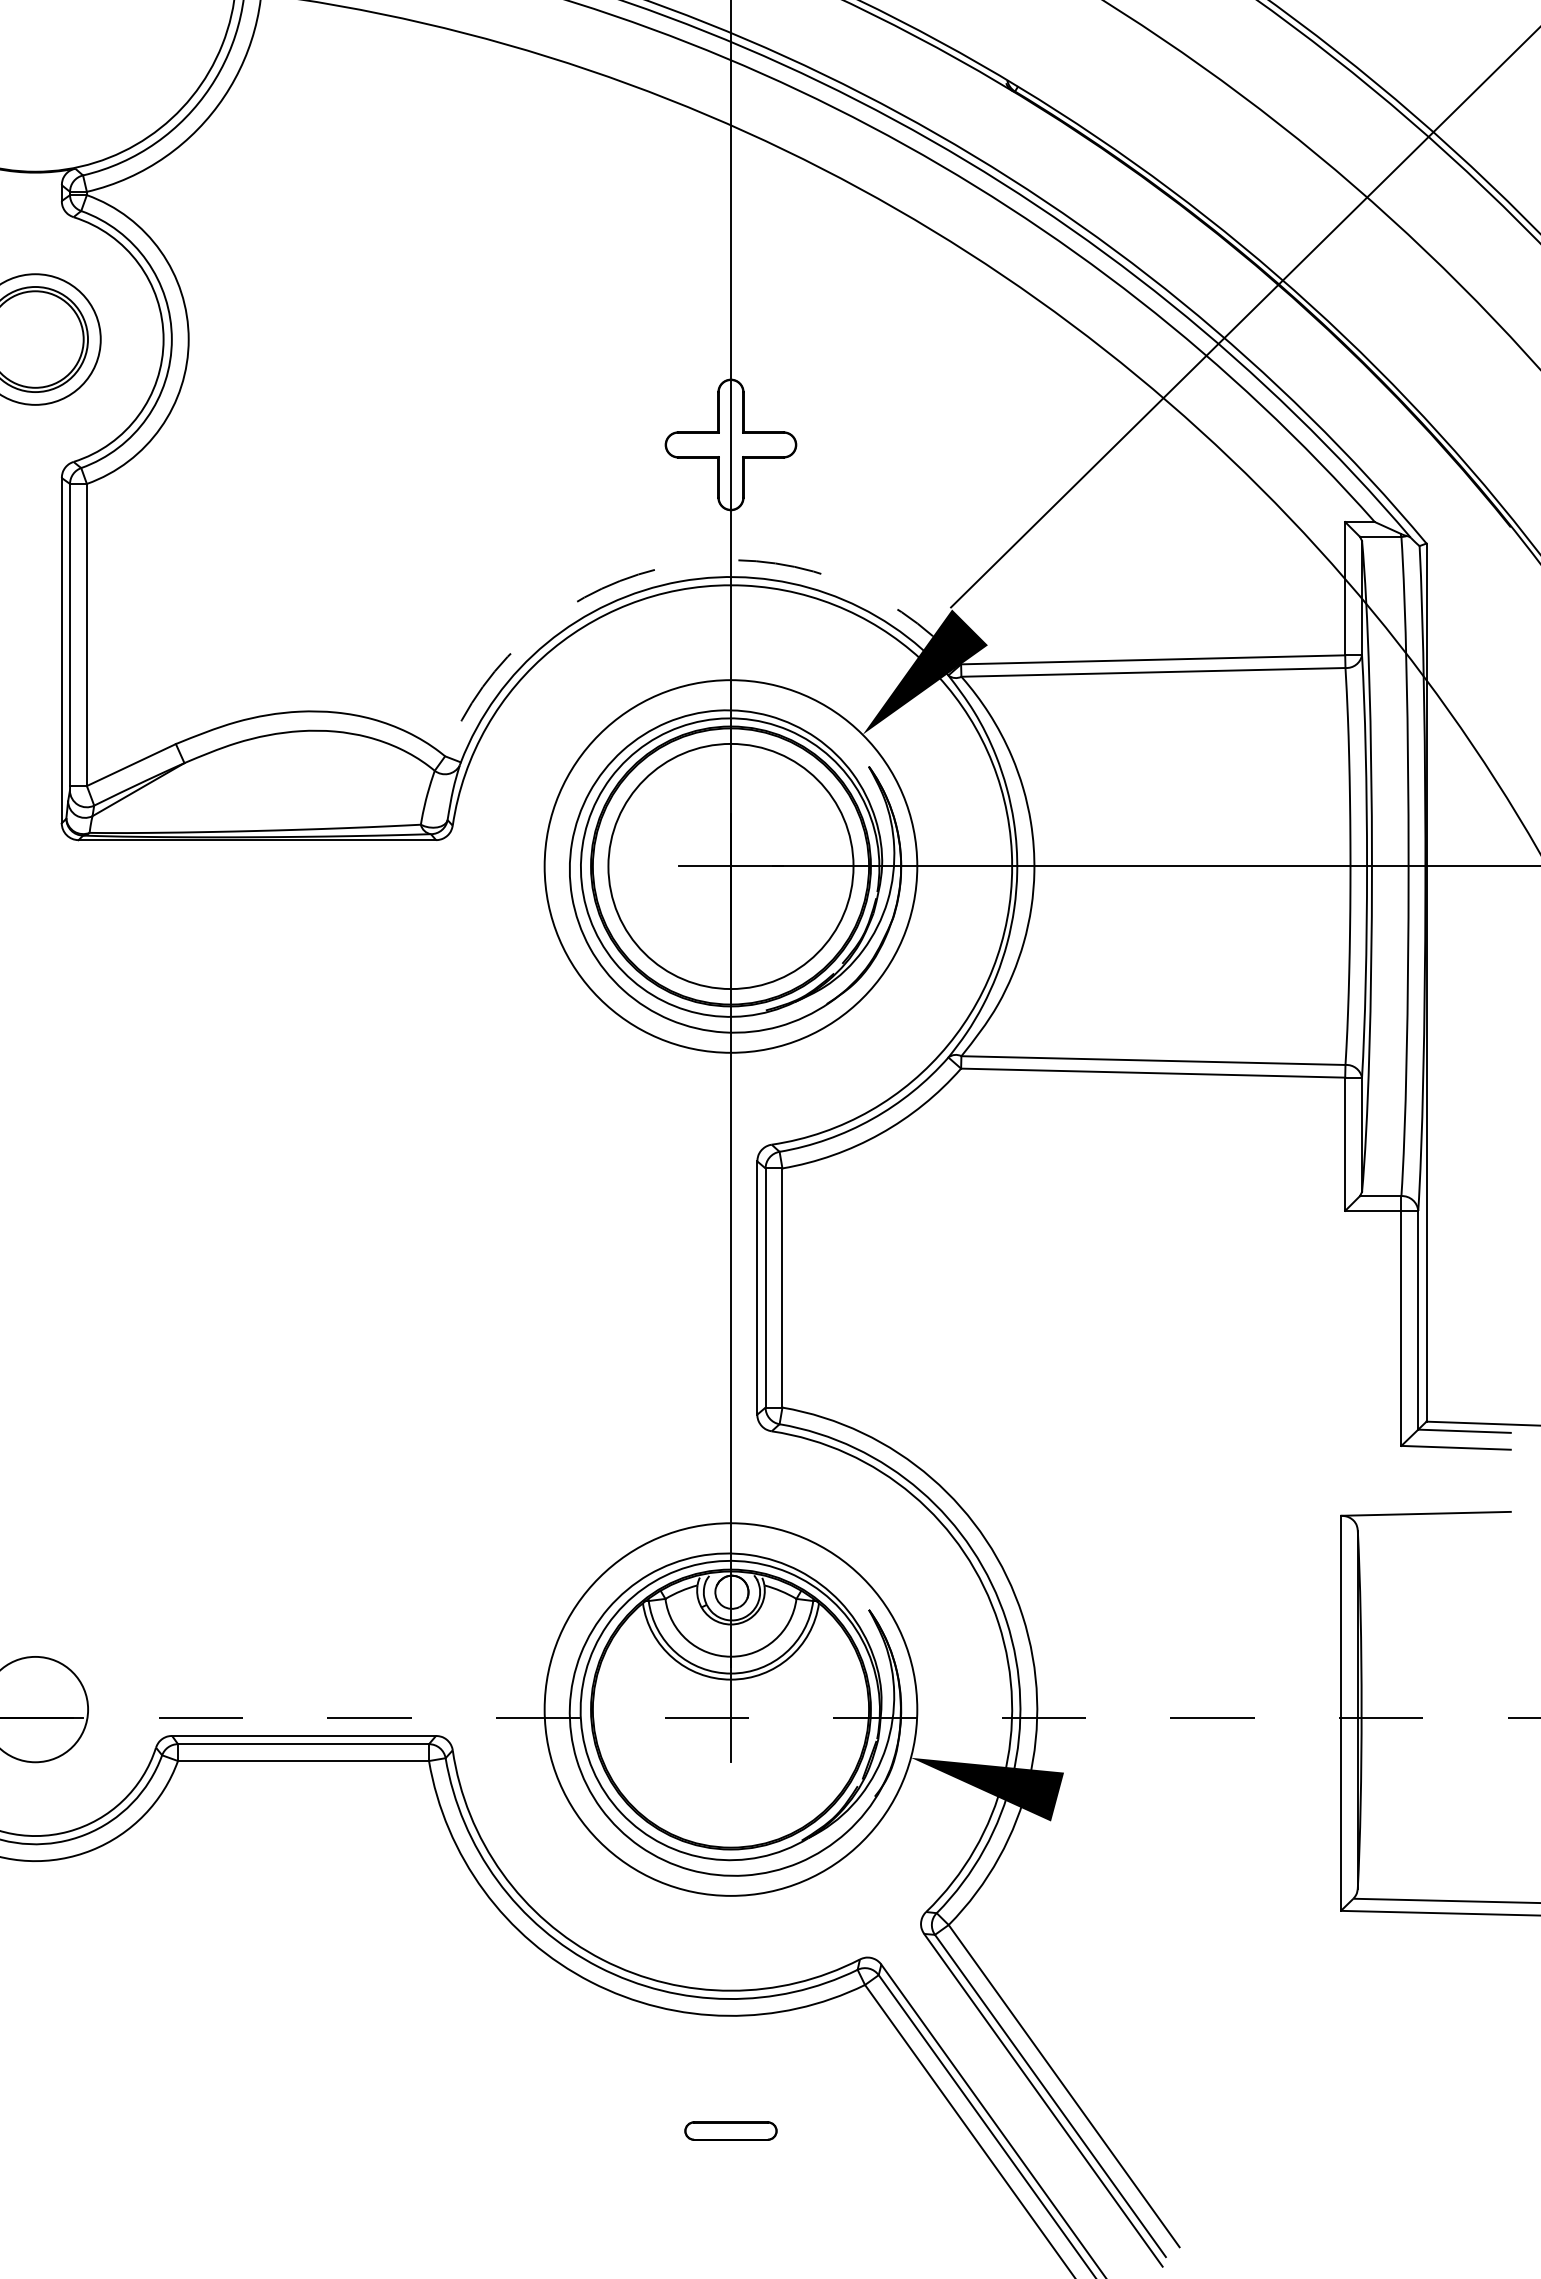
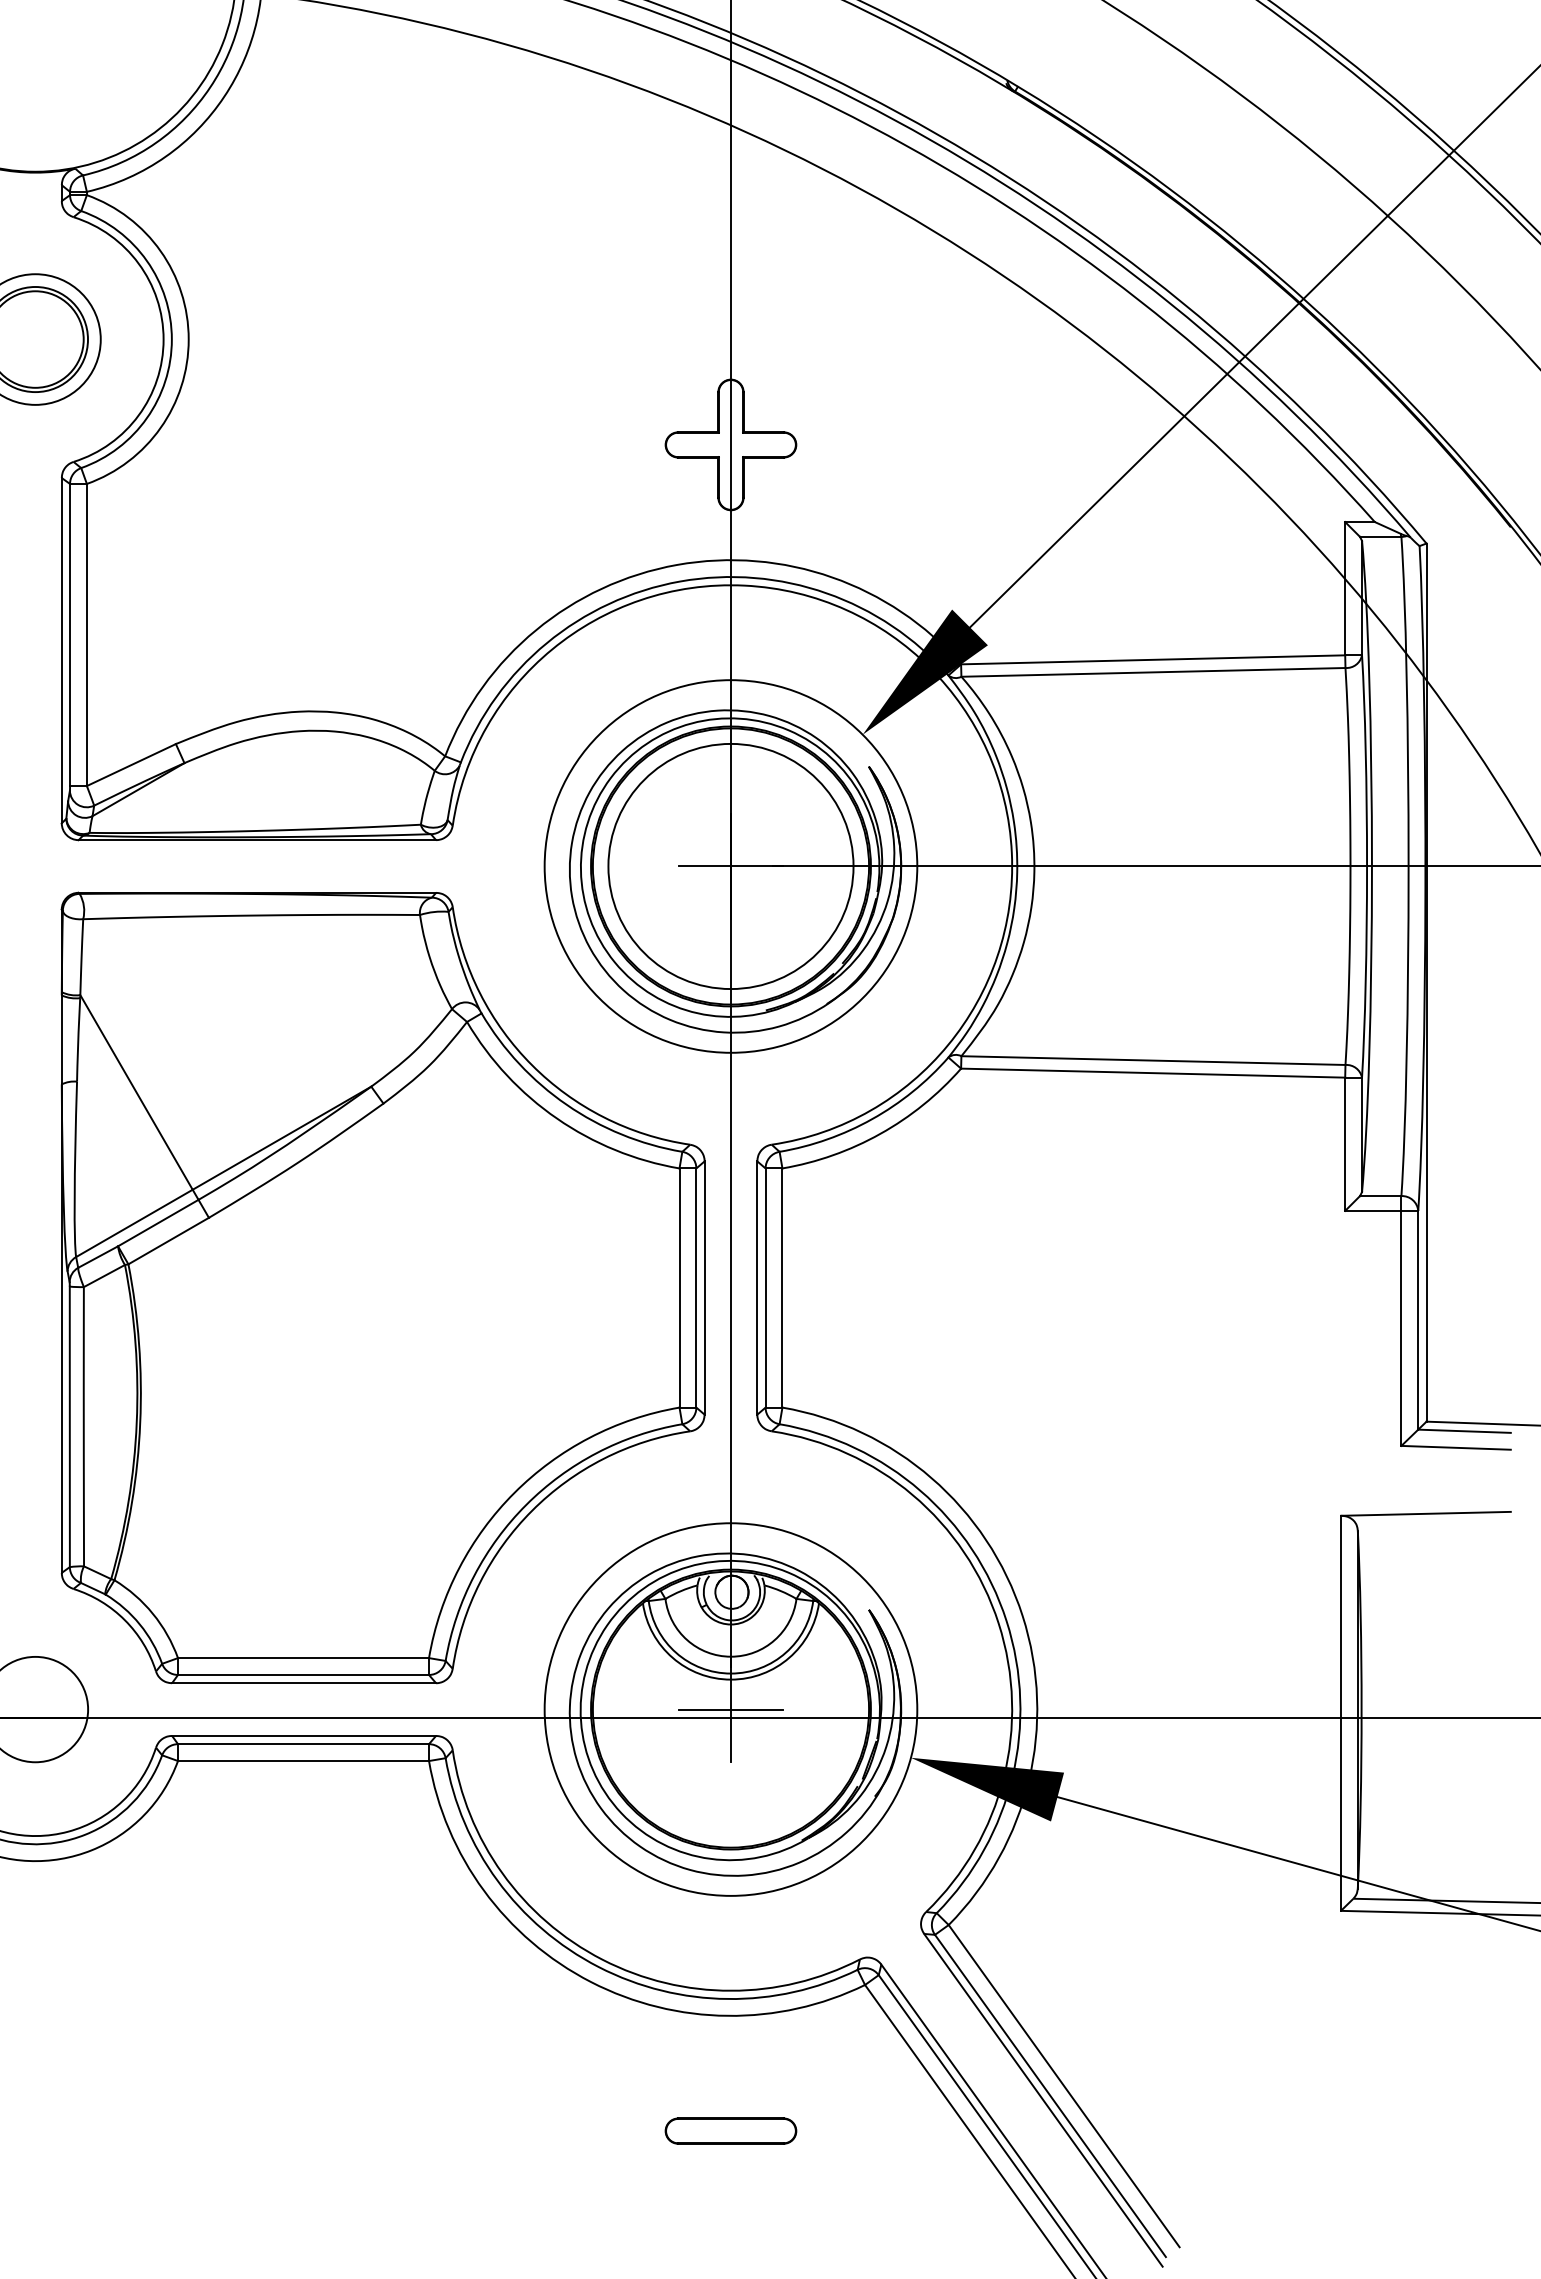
line at (1244, 318) position: (1244, 318) -> (1253, 347)
arc at (677, 564): dashed -> solid
part at (382, 1287): none -> present
line at (730, 1709): none -> present
line at (770, 1717): dashed -> solid
line at (1297, 1863): none -> present
part at (730, 2130) size: 94x20 px -> 134x28 px
